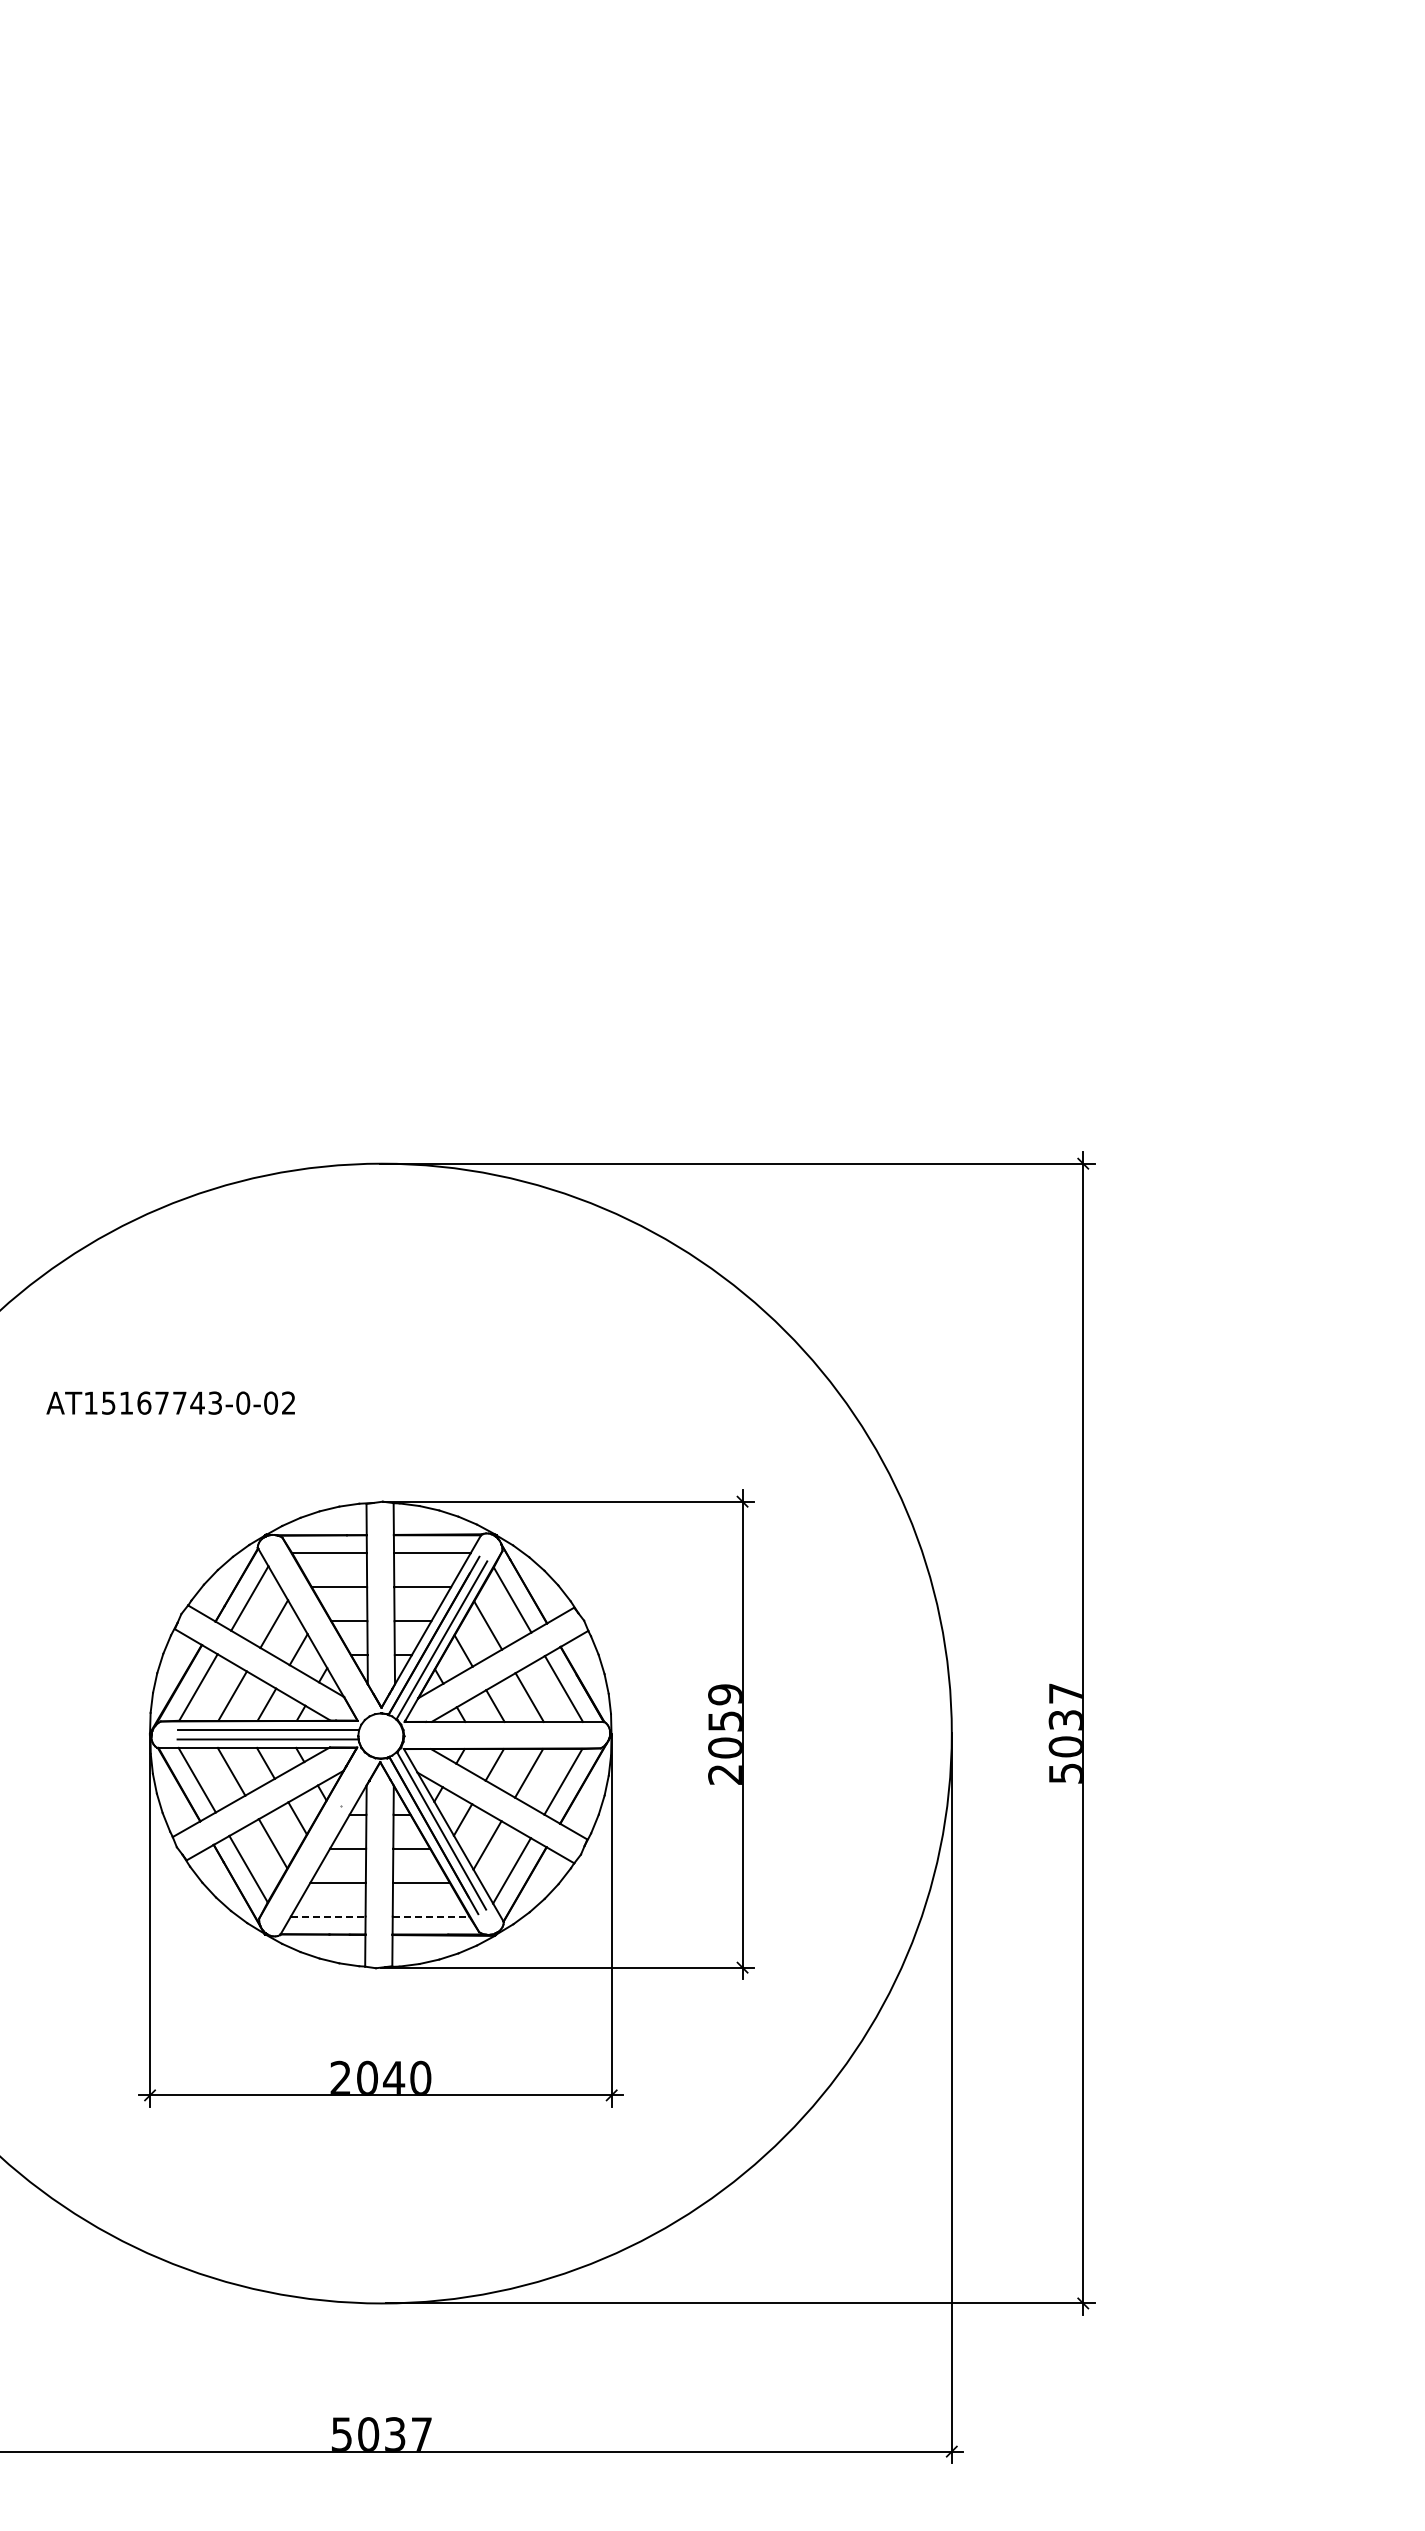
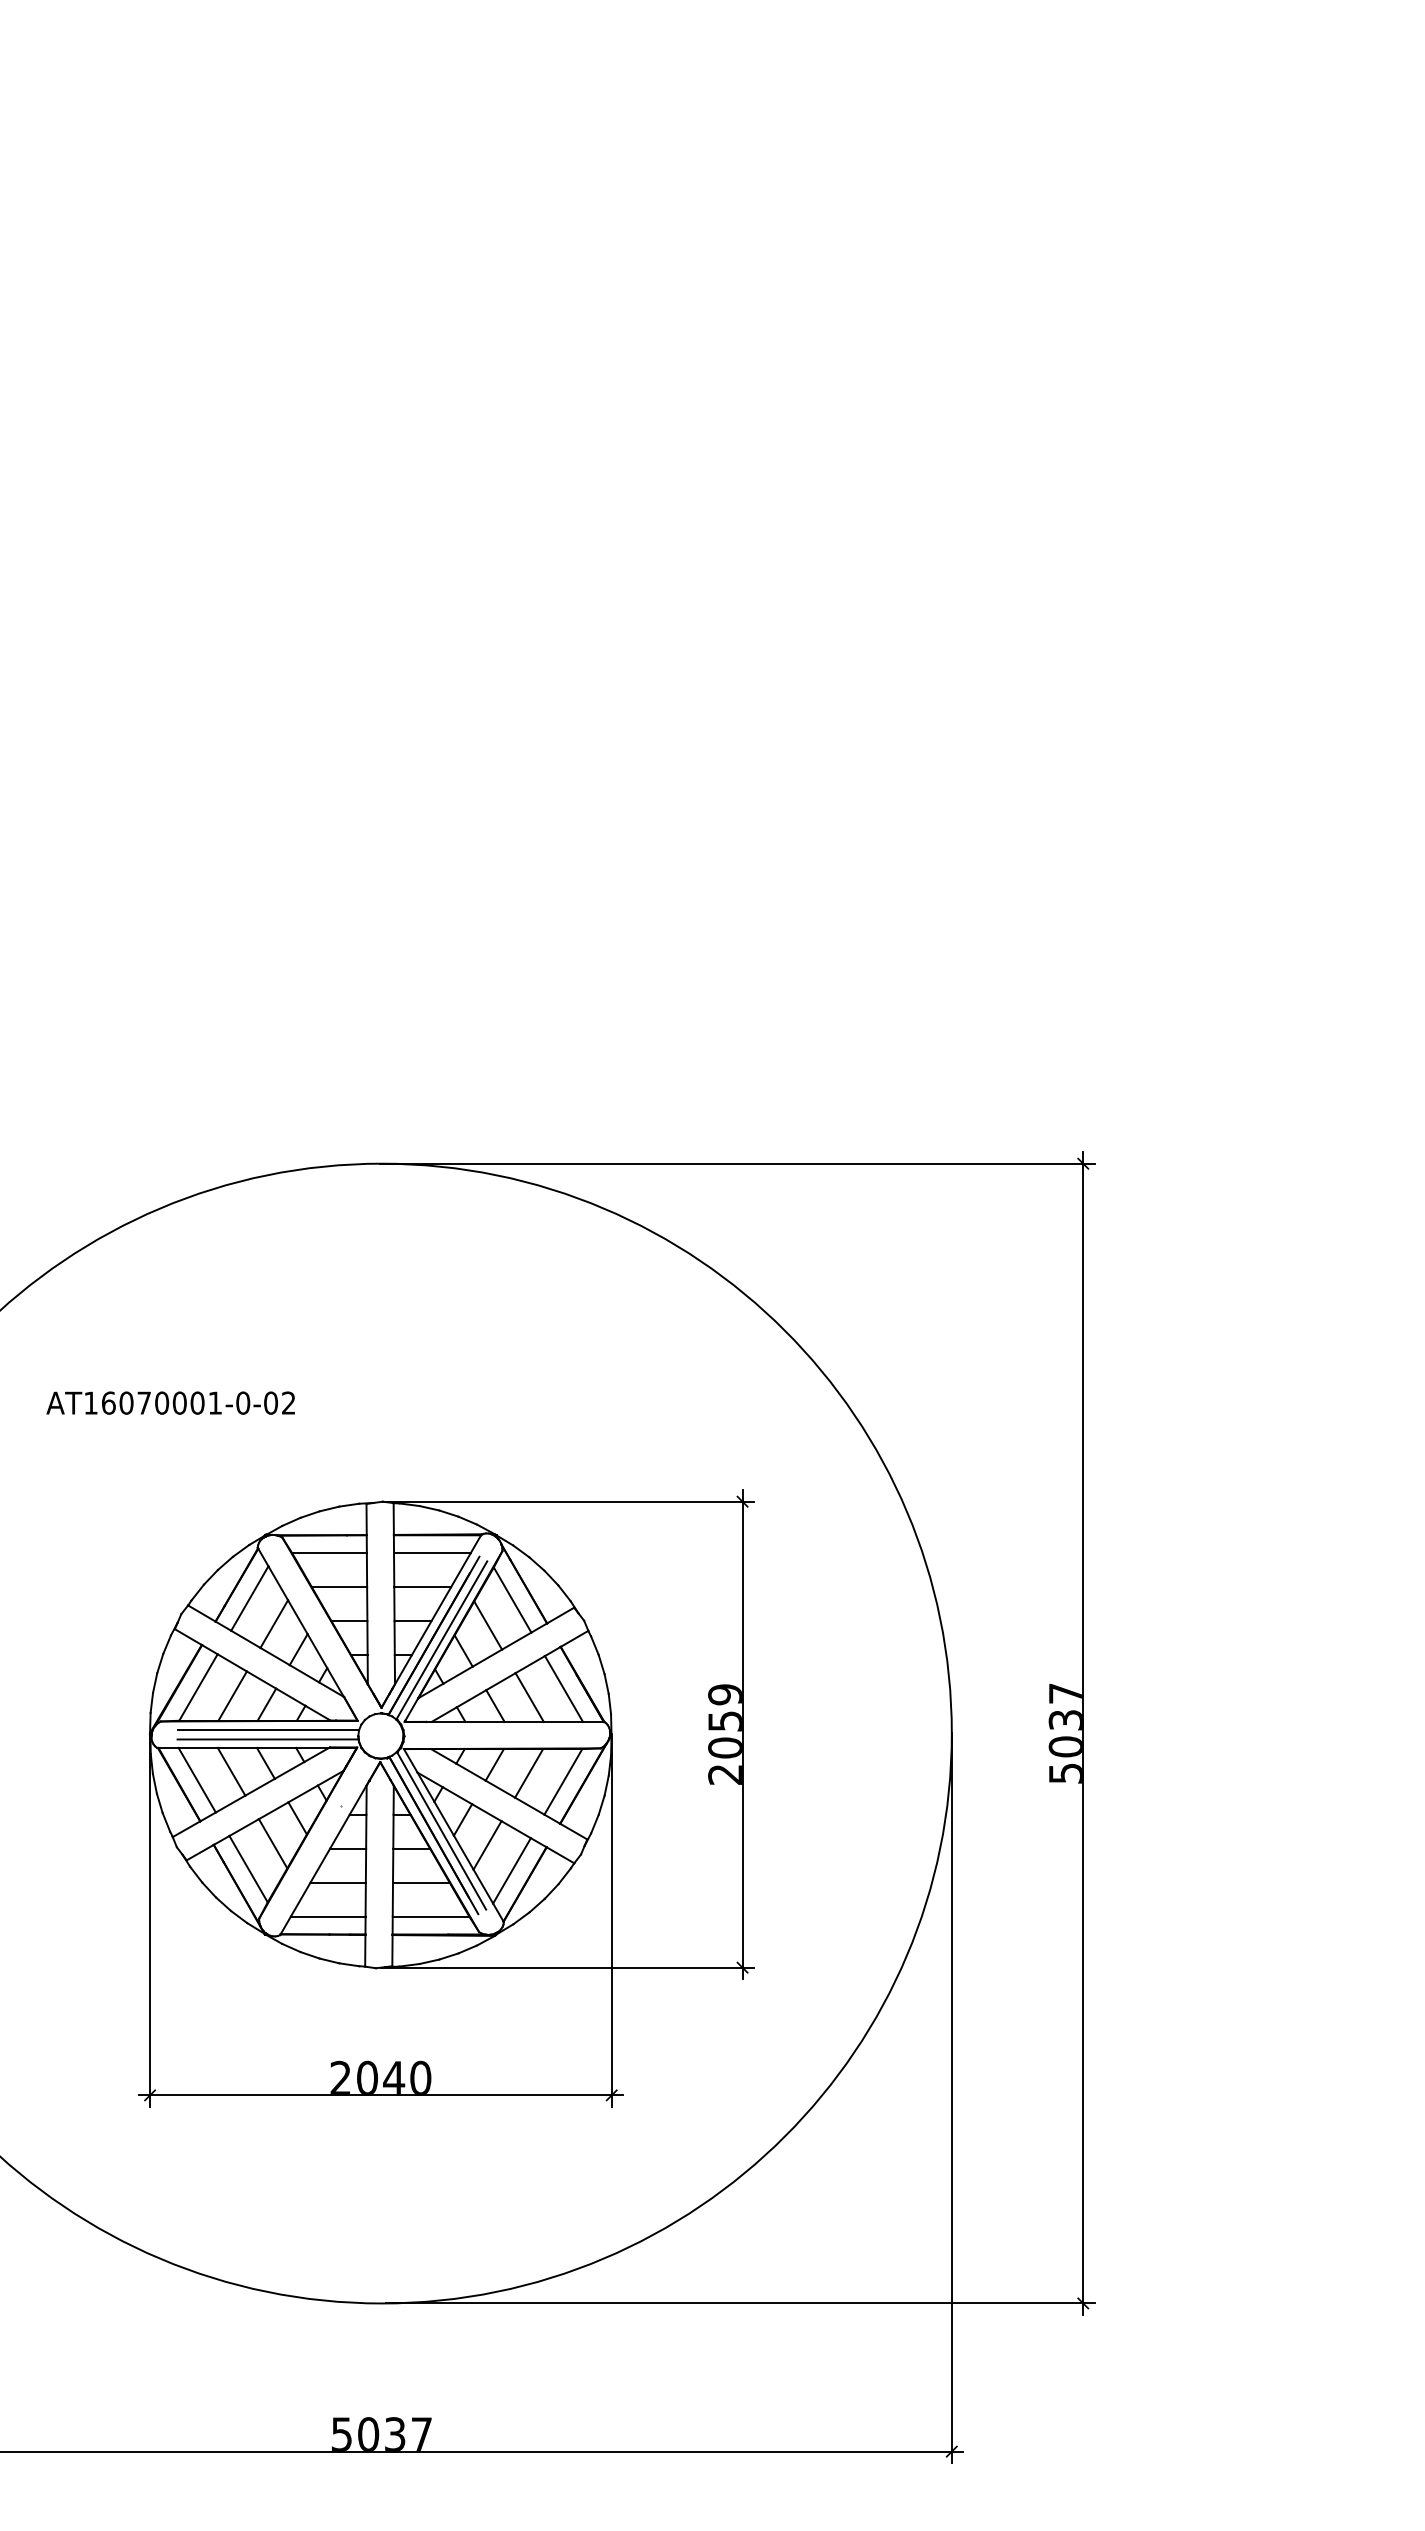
text at (161, 1402): AT15167743-0-02 -> AT16070001-0-02
line at (328, 1916): dashed -> solid
line at (431, 1916): dashed -> solid
